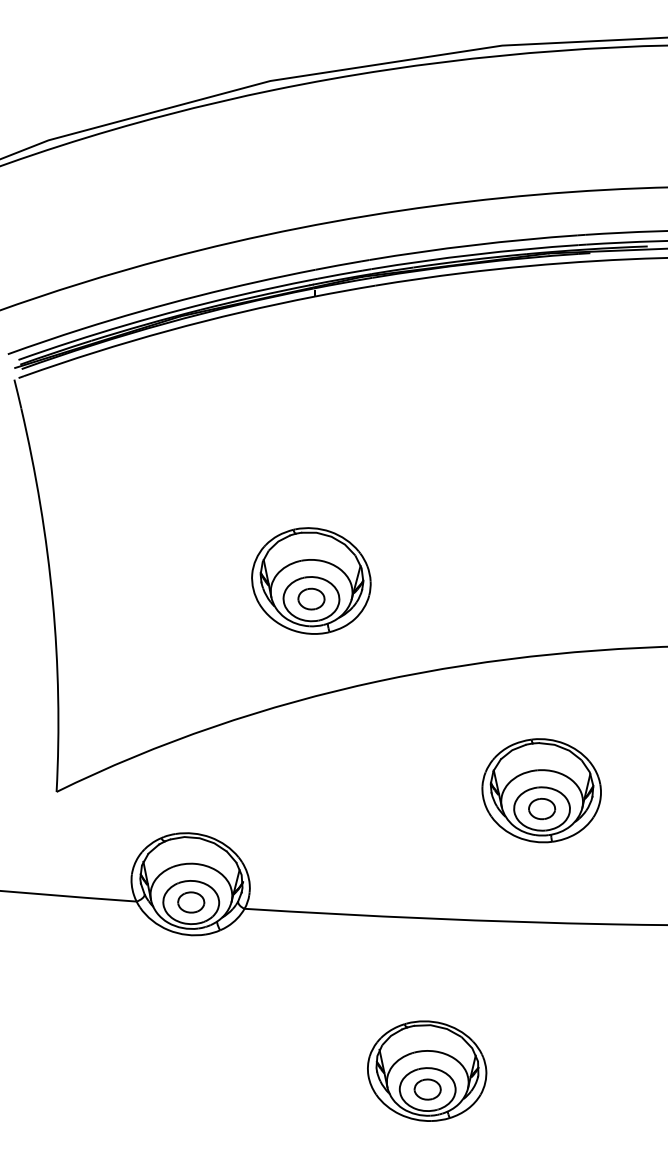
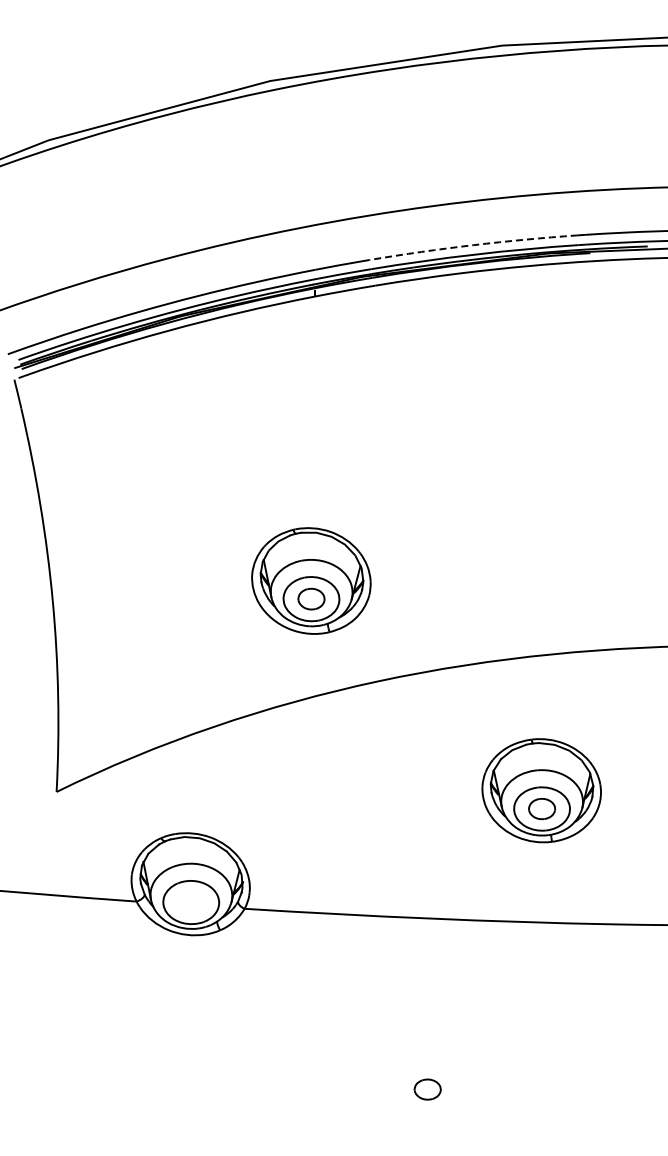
arc at (473, 245): solid -> dashed
part at (191, 902): present -> none
part at (427, 1070): present -> none
